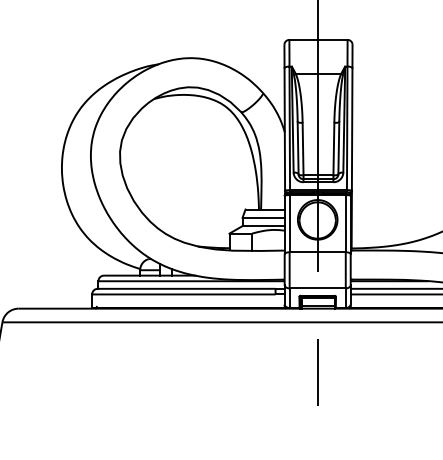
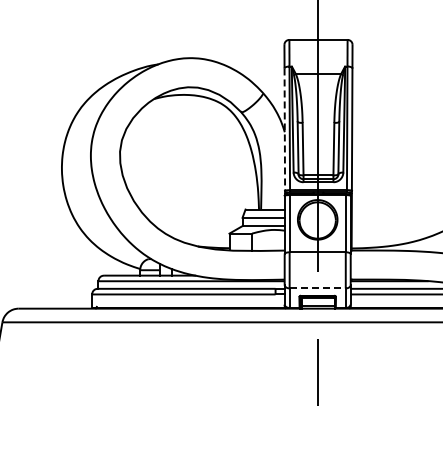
line at (284, 130): solid -> dashed
line at (318, 288): solid -> dashed
